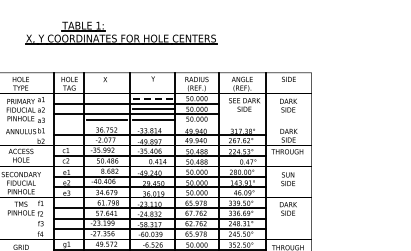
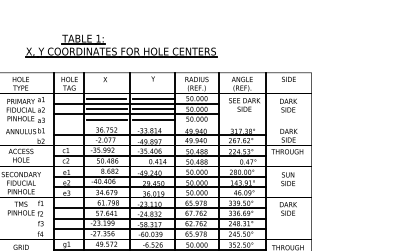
part at (121, 32) position: (121, 32) -> (121, 45)
line at (106, 98): none -> present
line at (154, 98): dashed -> solid
line at (106, 109): none -> present
